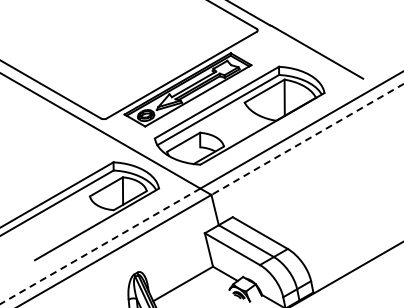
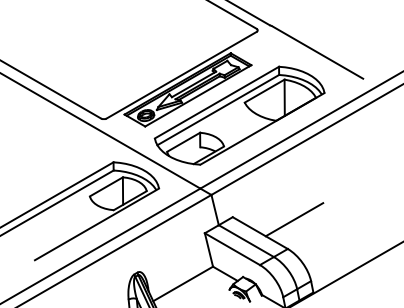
line at (307, 139): dashed -> solid
line at (294, 219): none -> present
line at (99, 246): dashed -> solid
